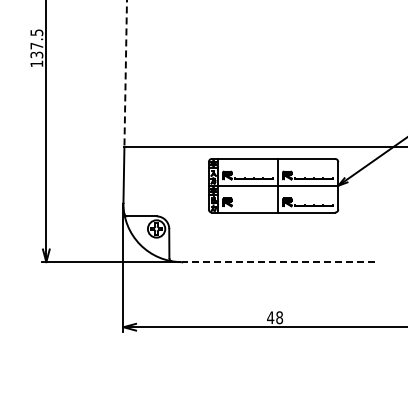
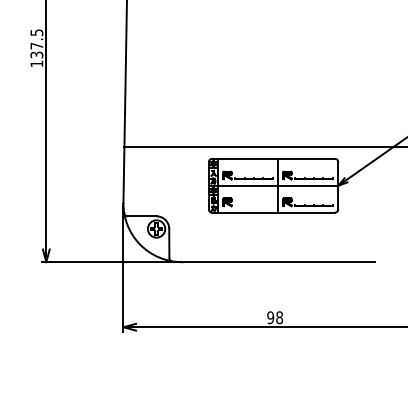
line at (125, 74): dashed -> solid
line at (277, 262): dashed -> solid
text at (270, 317): 48 -> 98
